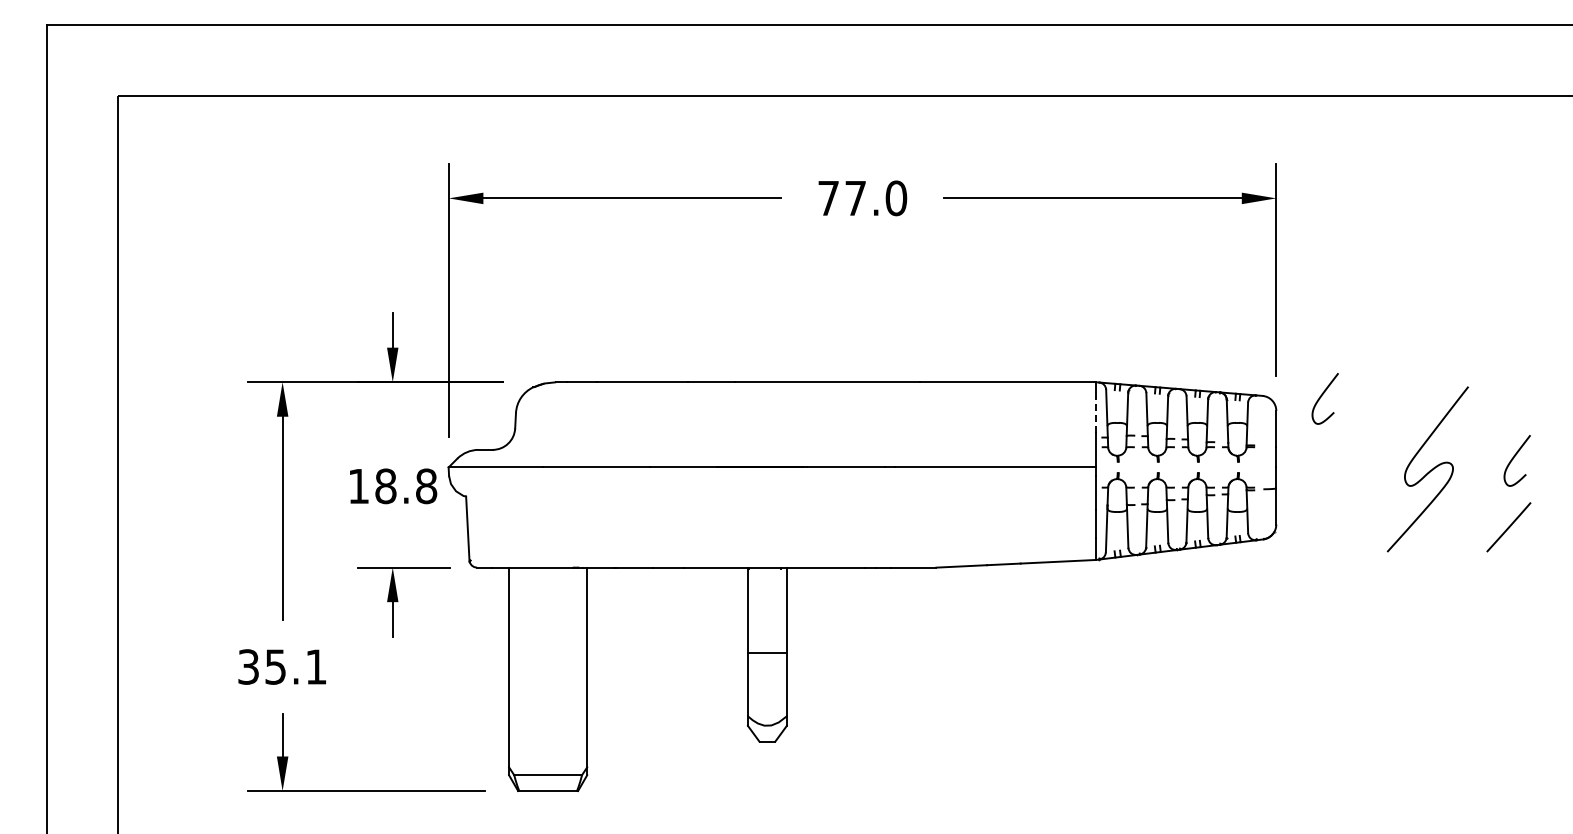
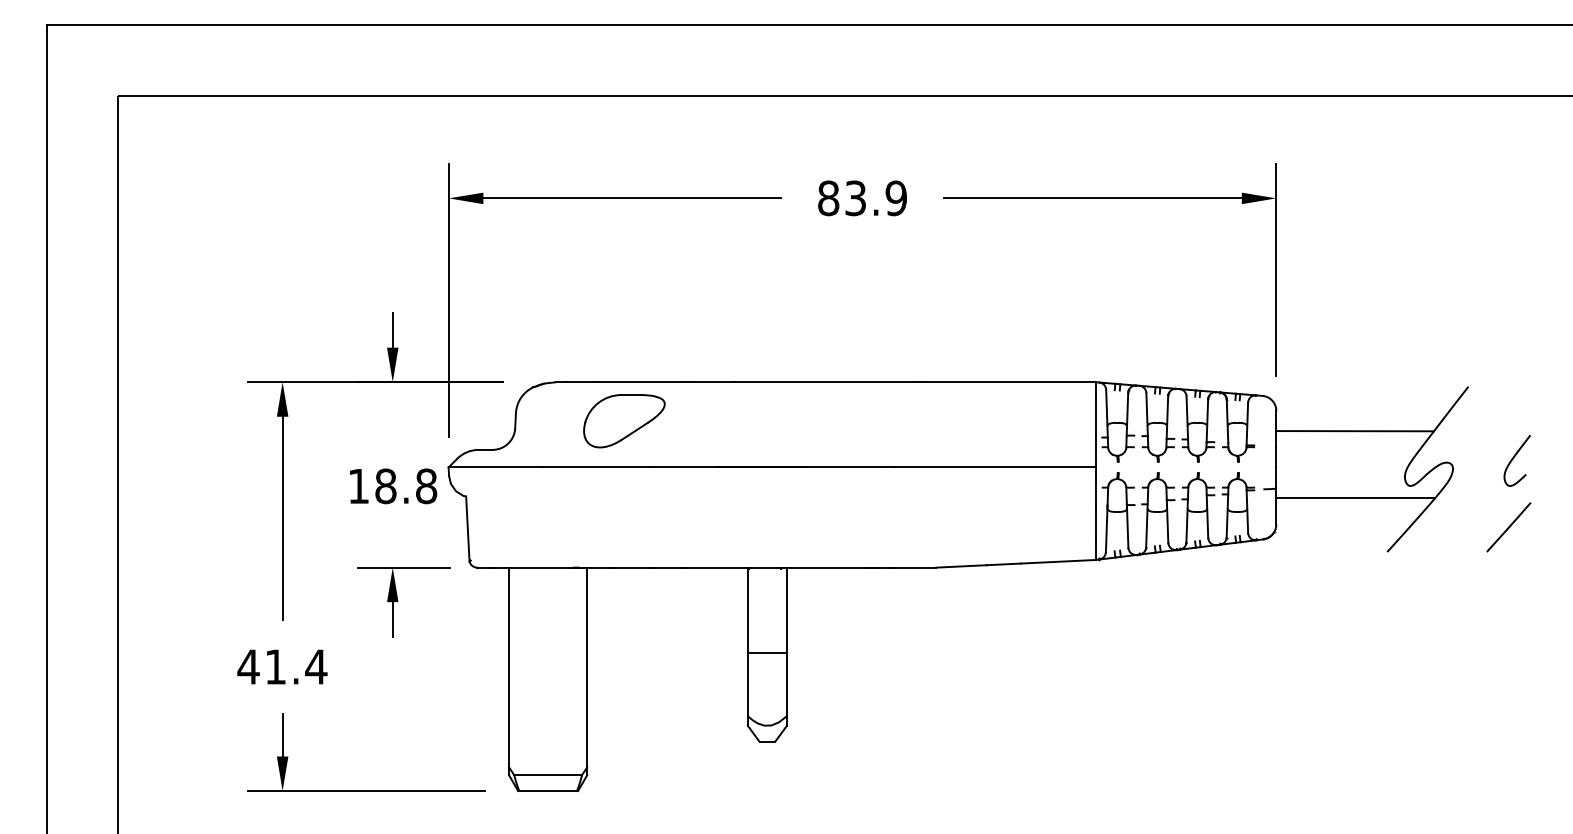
text at (862, 198): 77.0 -> 83.9
curve at (1322, 396): present -> none
line at (1095, 415): dashed -> solid
part at (624, 421): none -> present
line at (1354, 431): none -> present
line at (1355, 498): none -> present
text at (282, 666): 35.1 -> 41.4
